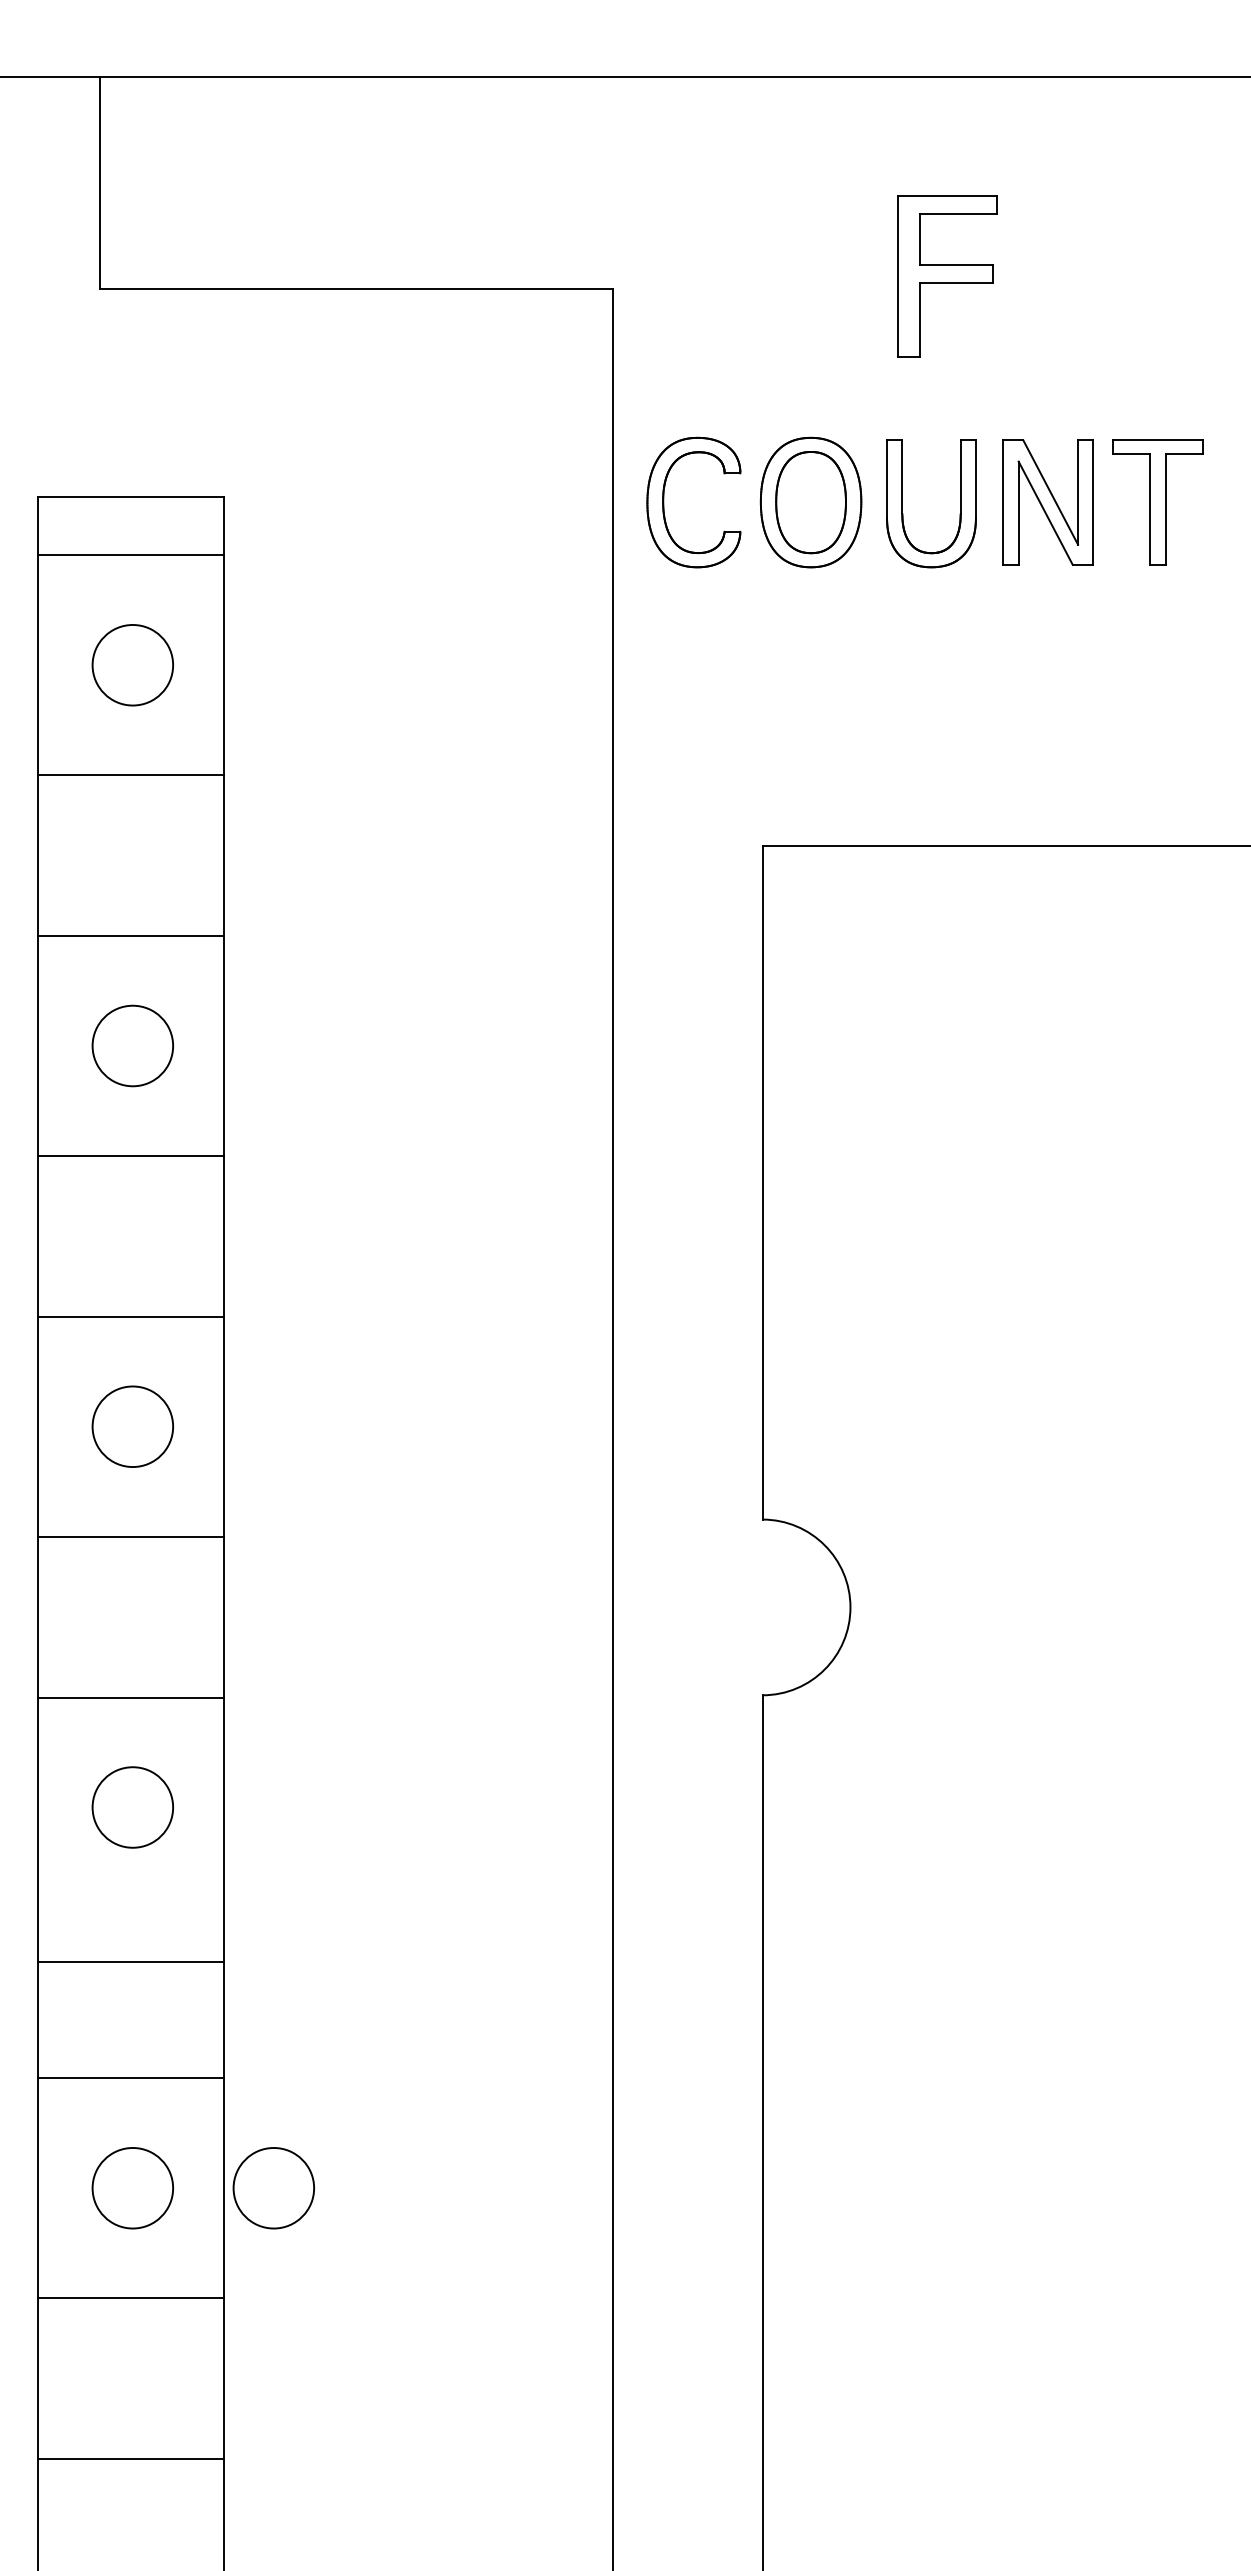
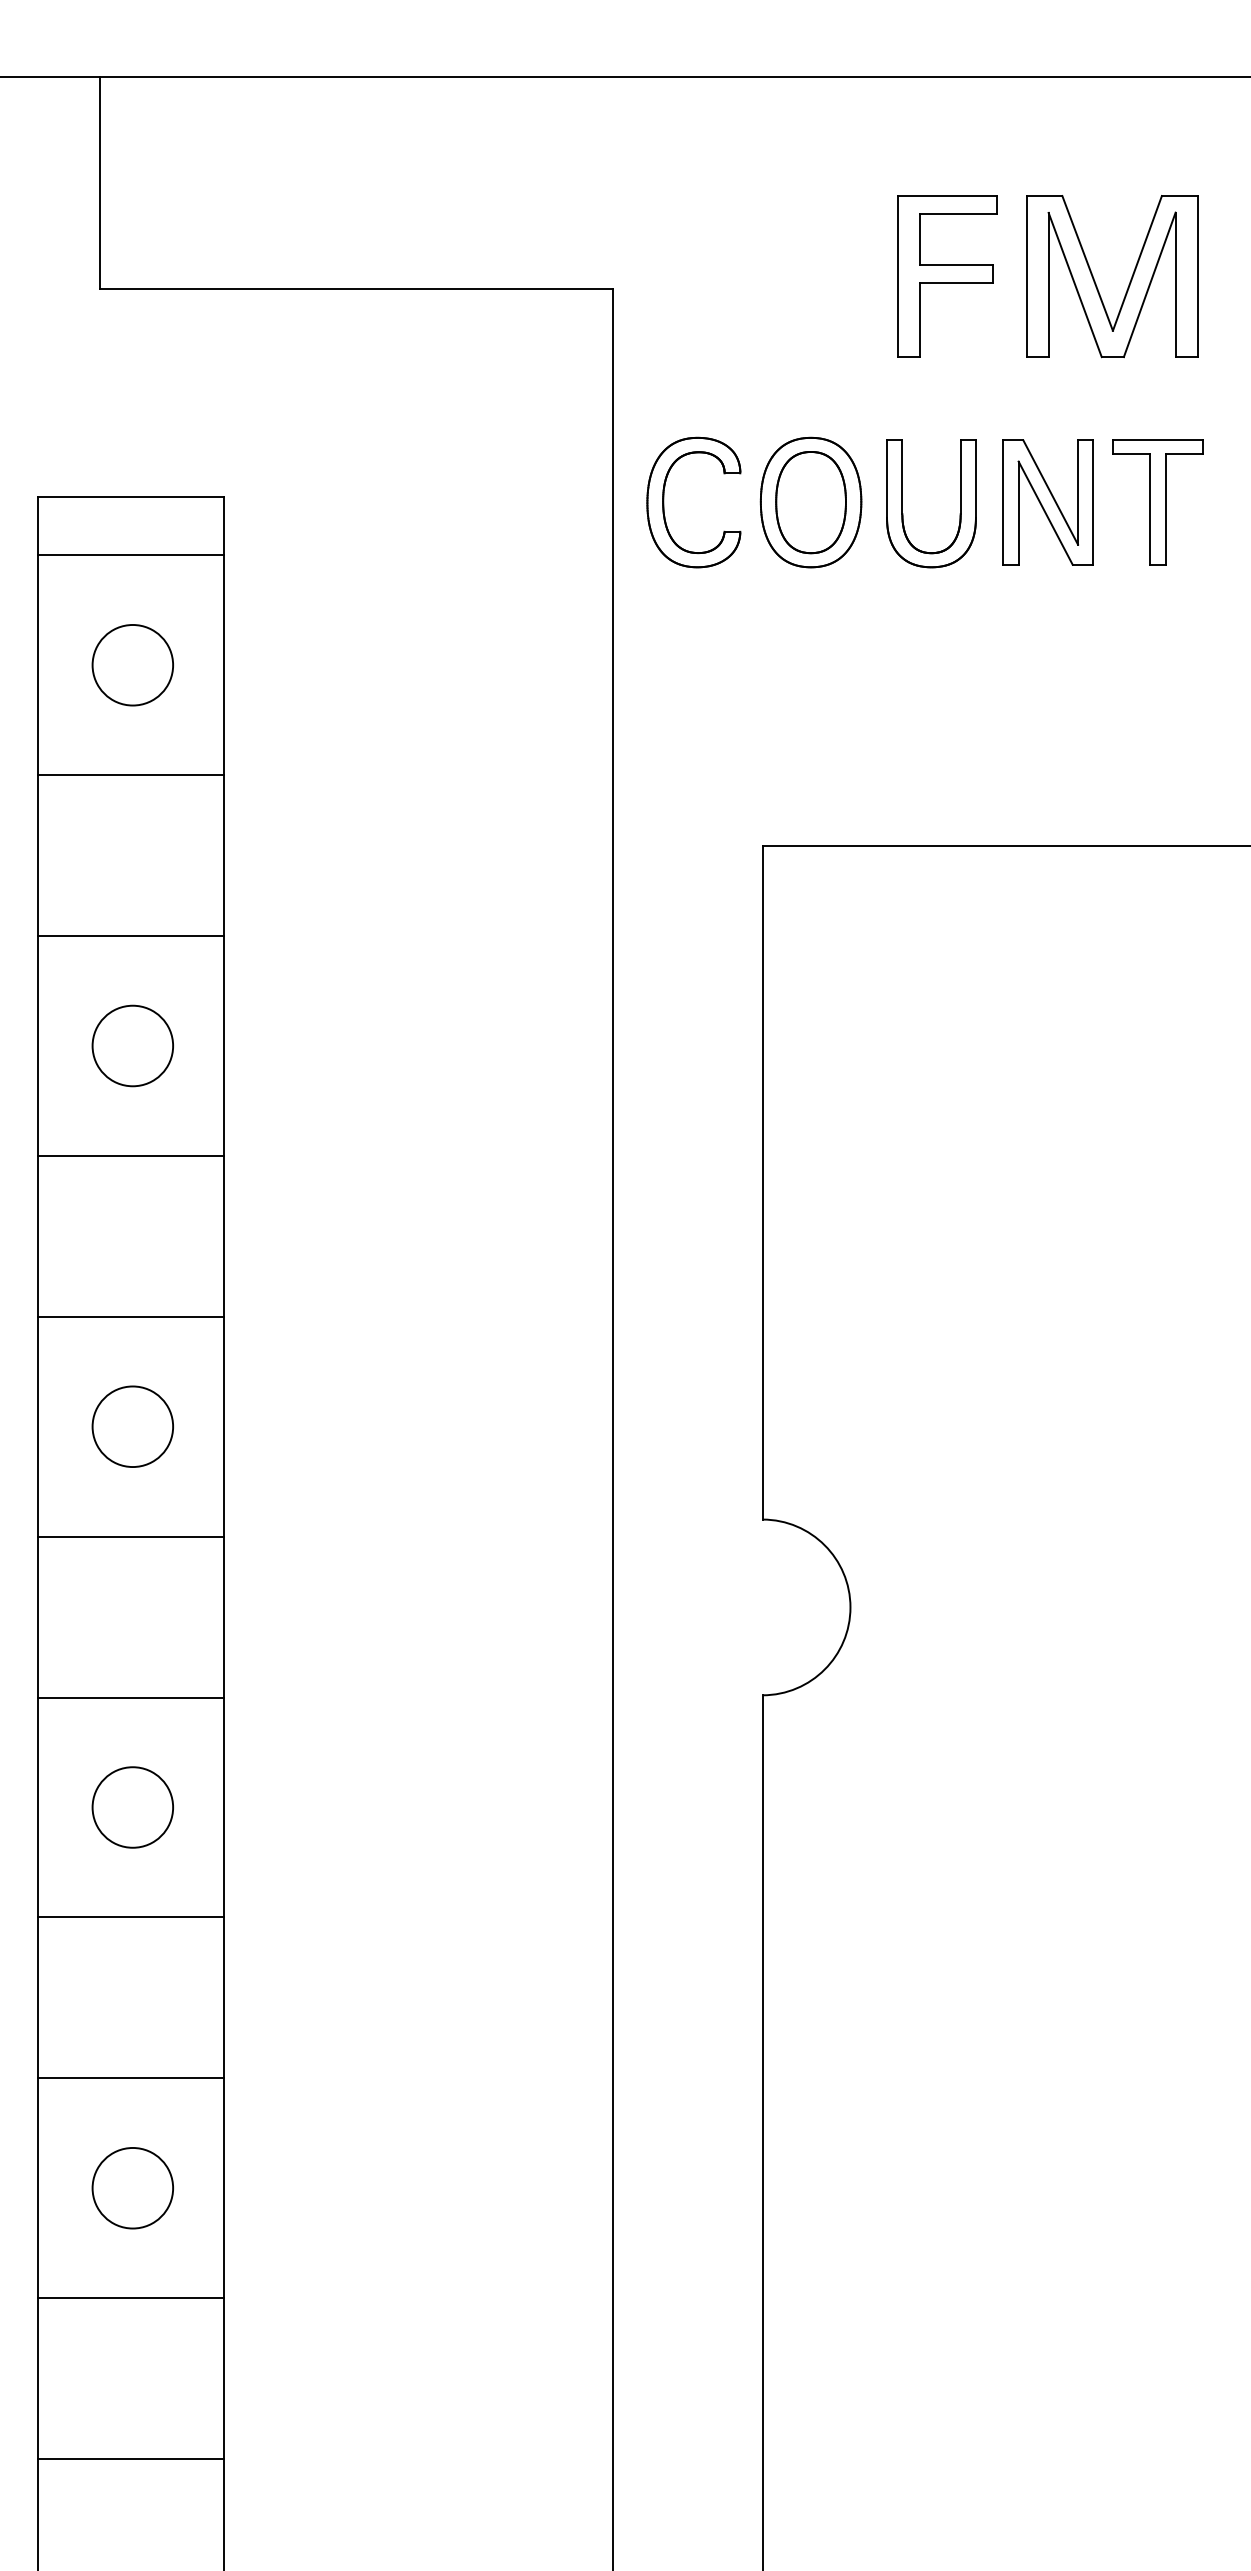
part at (1096, 283): none -> present
line at (130, 1962) position: (130, 1962) -> (130, 1917)
circle at (273, 2188): present -> none
